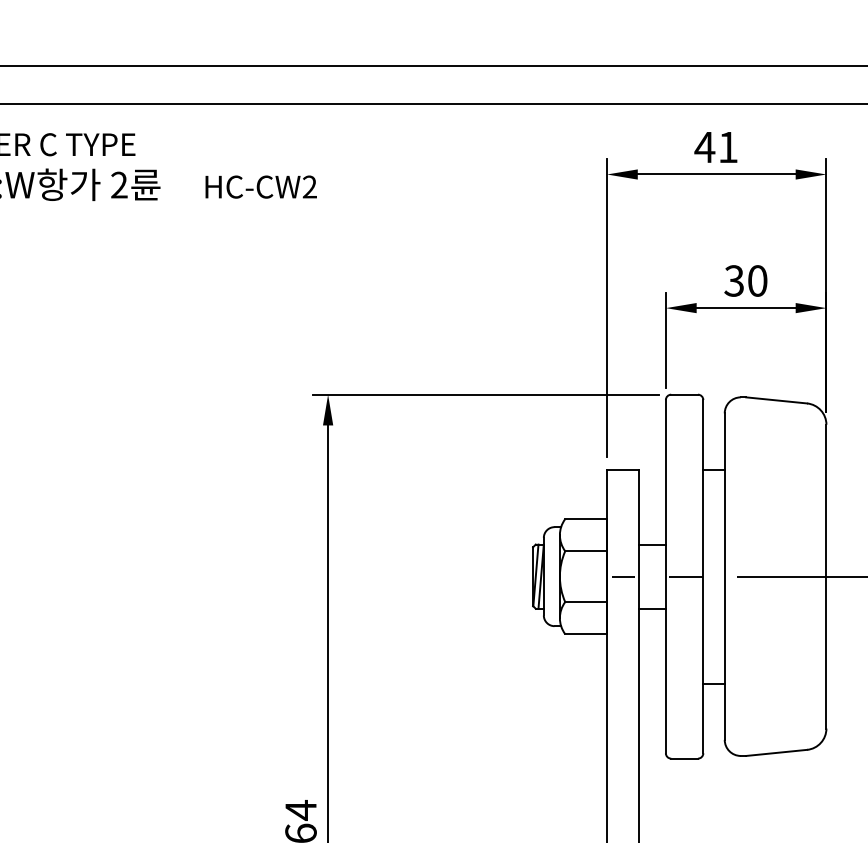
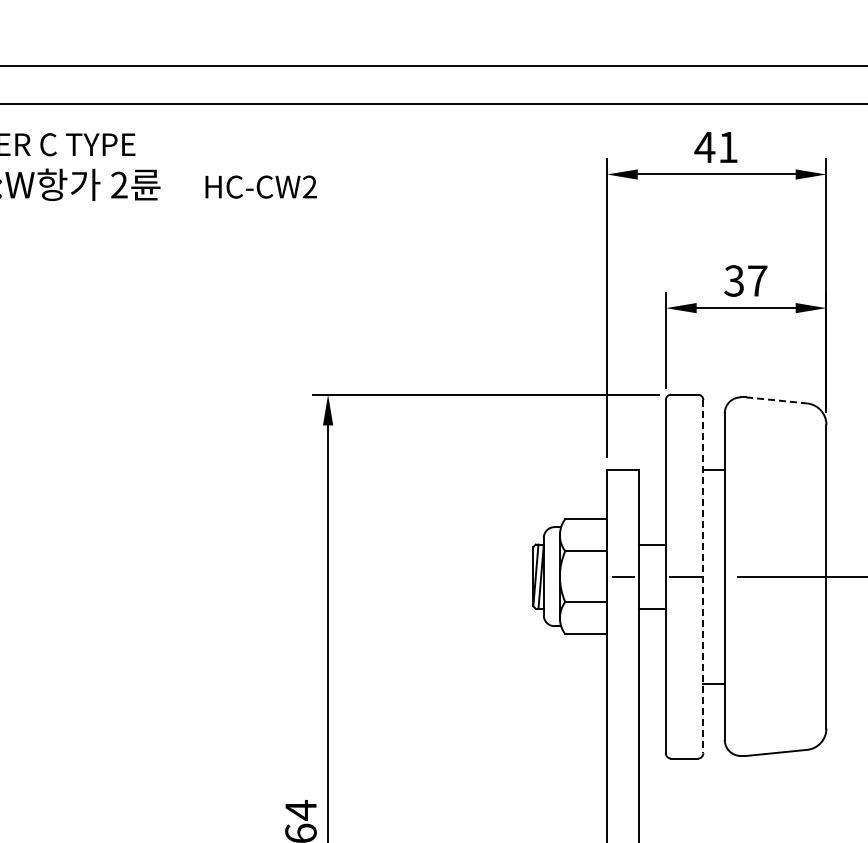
text at (757, 280): 30 -> 37
line at (776, 400): solid -> dashed
line at (703, 576): solid -> dashed
